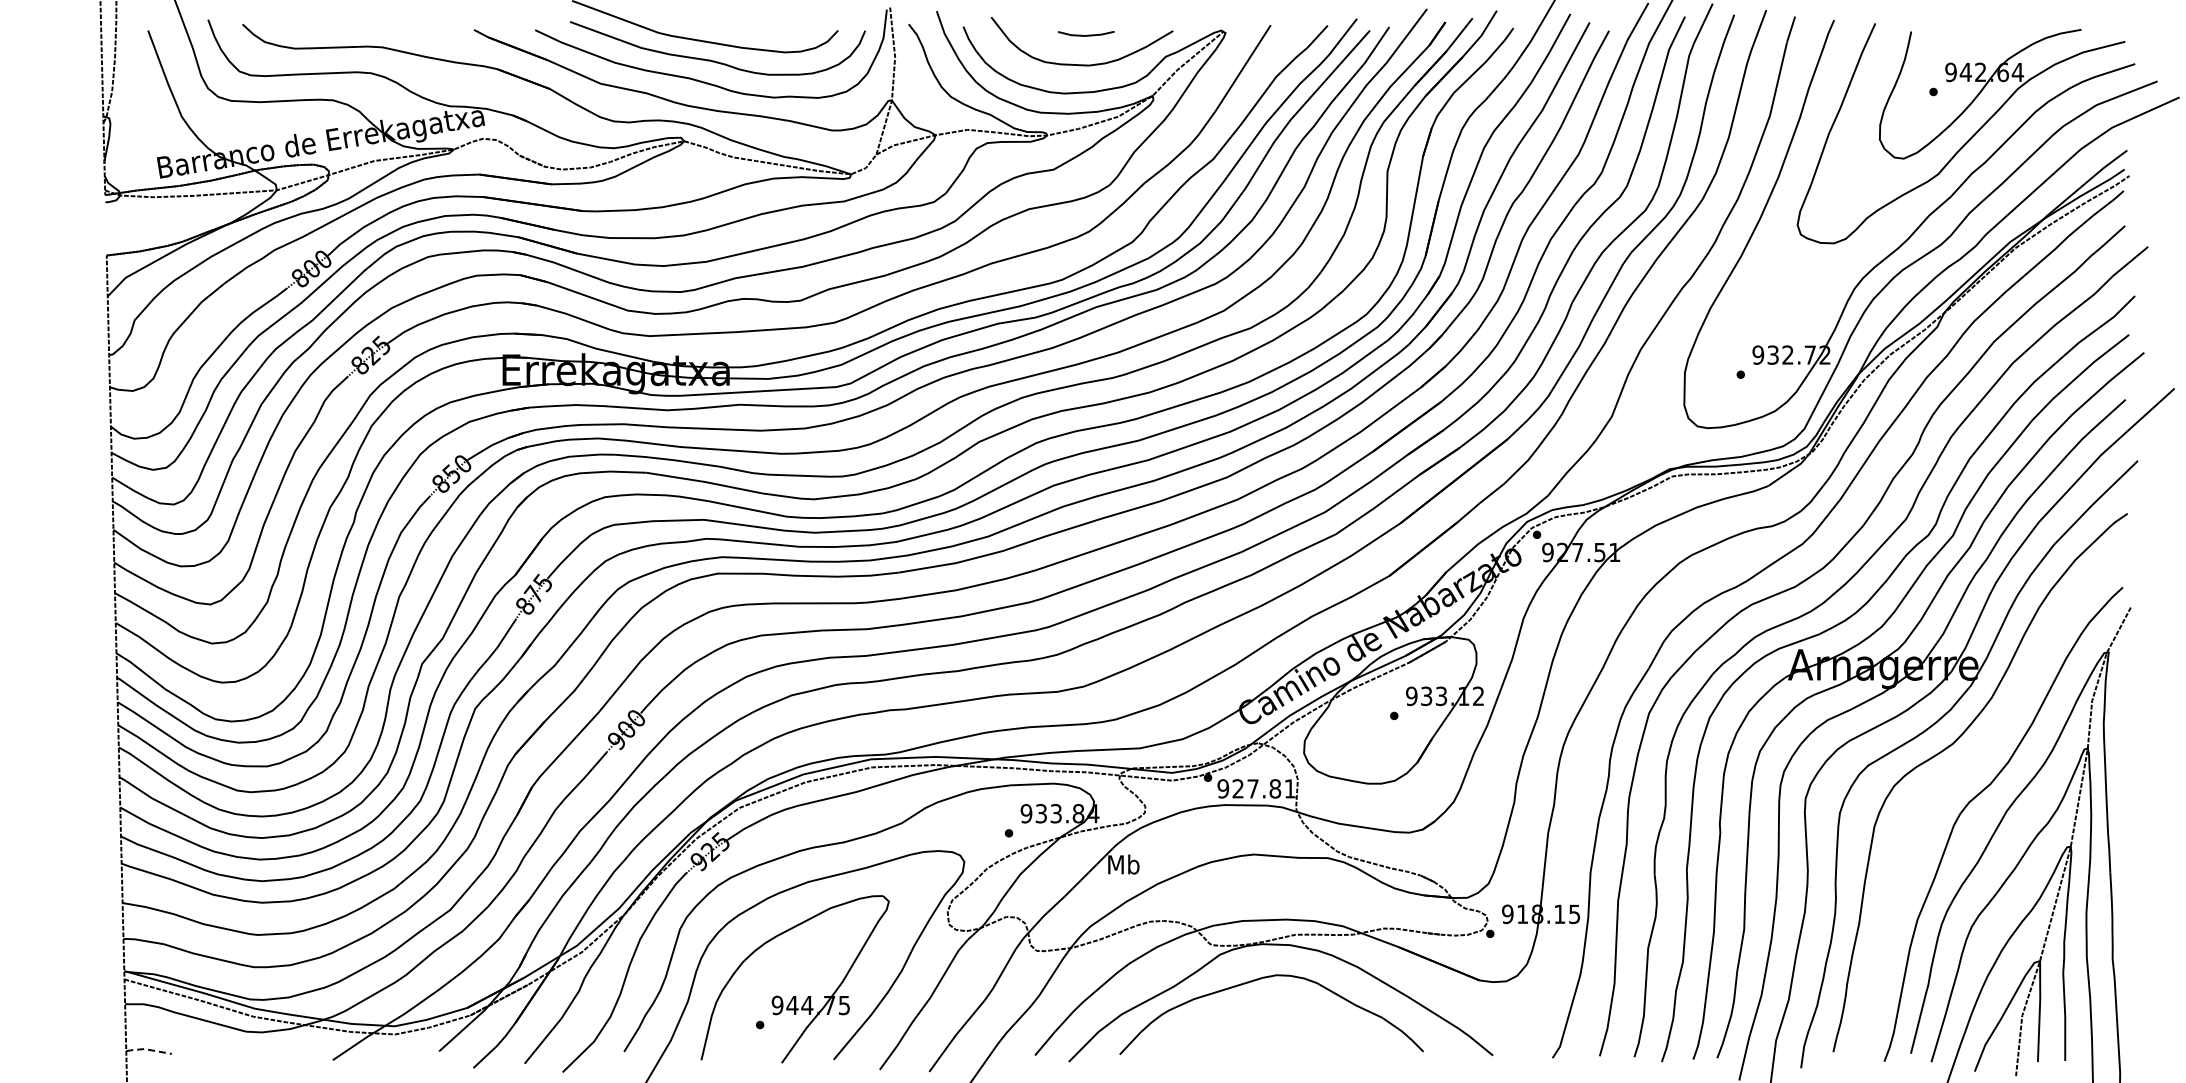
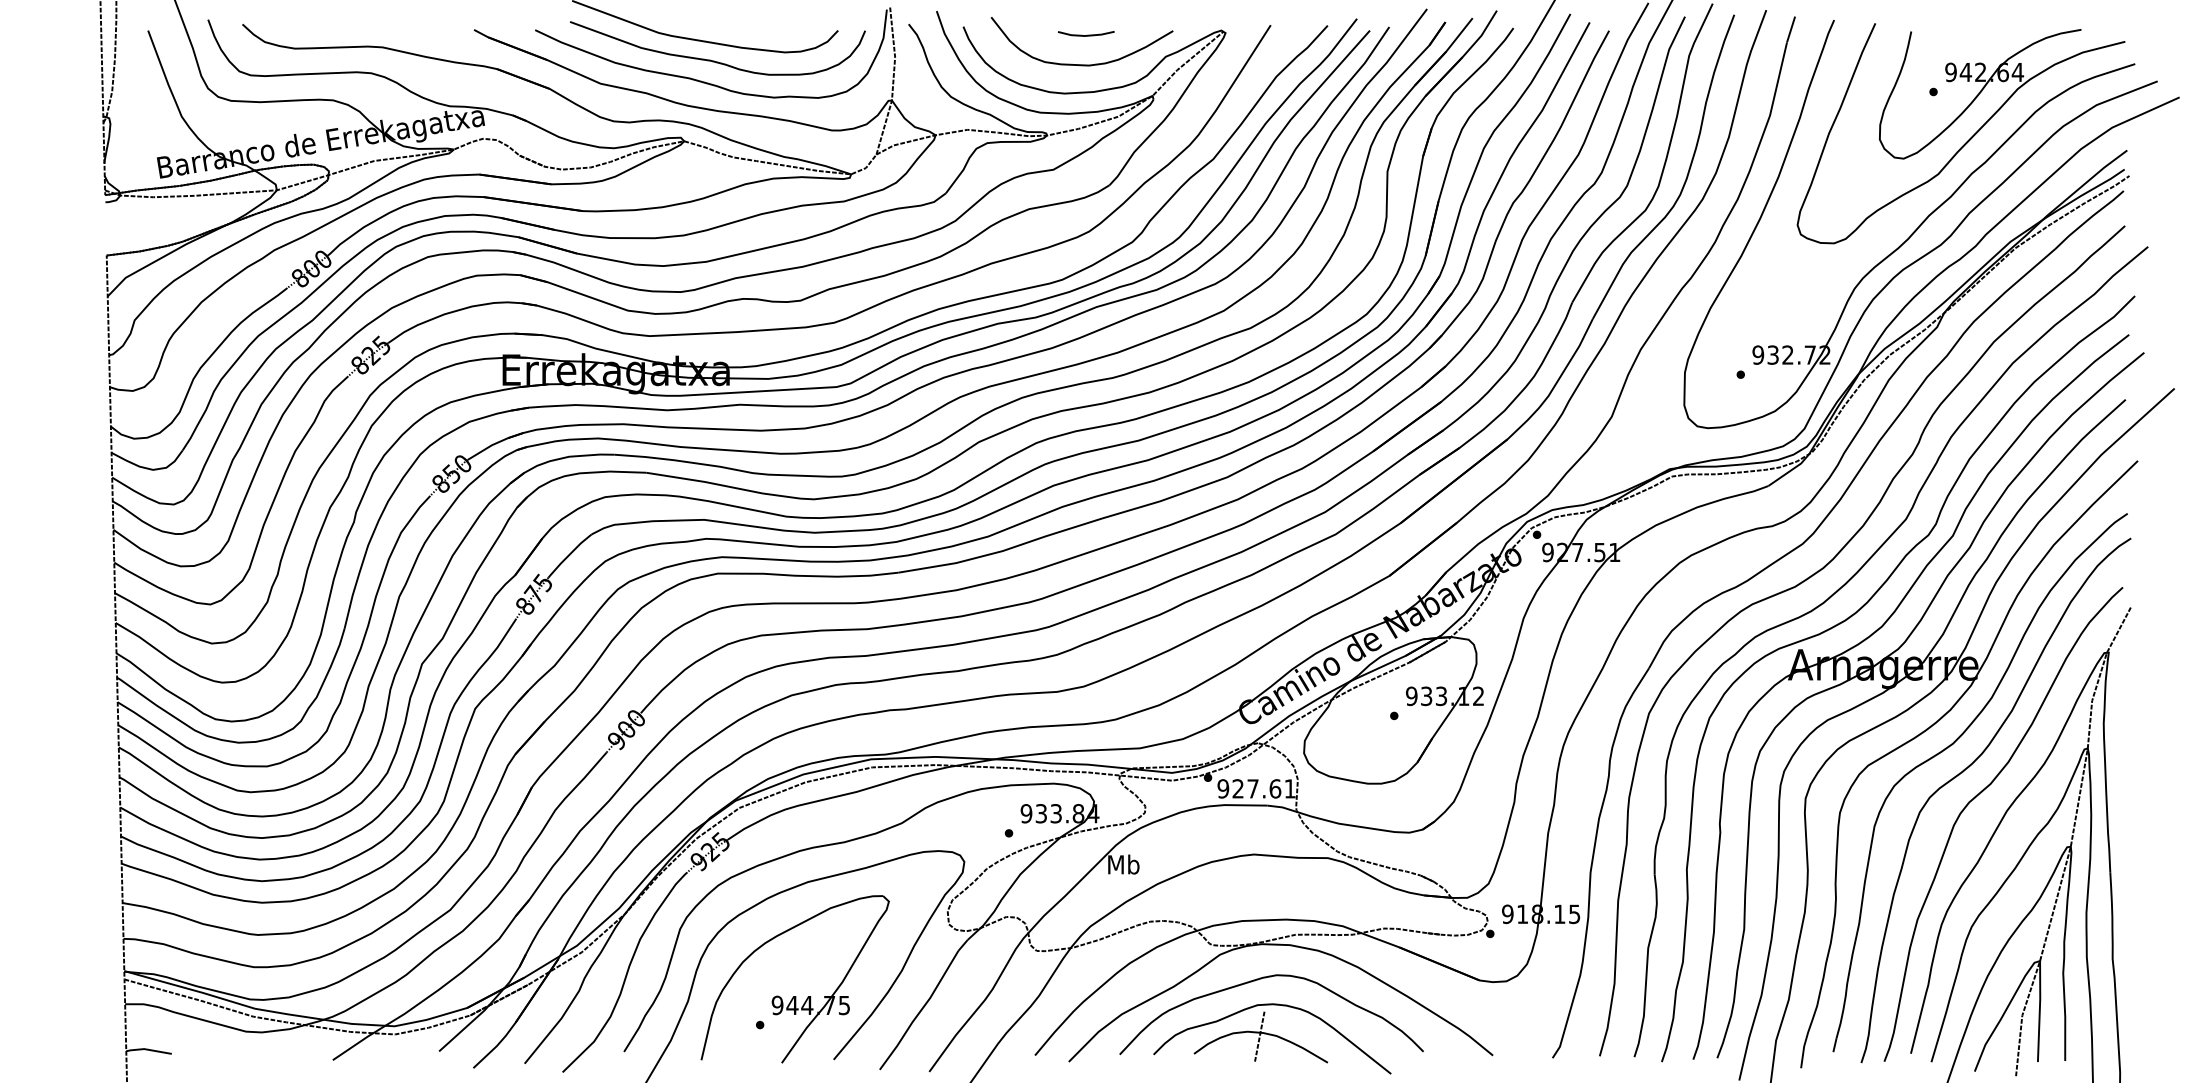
curve at (1968, 768): none -> present
text at (1275, 788): 927.81 -> 927.61
part at (1272, 1038): none -> present
line at (148, 1049): dashed -> solid
